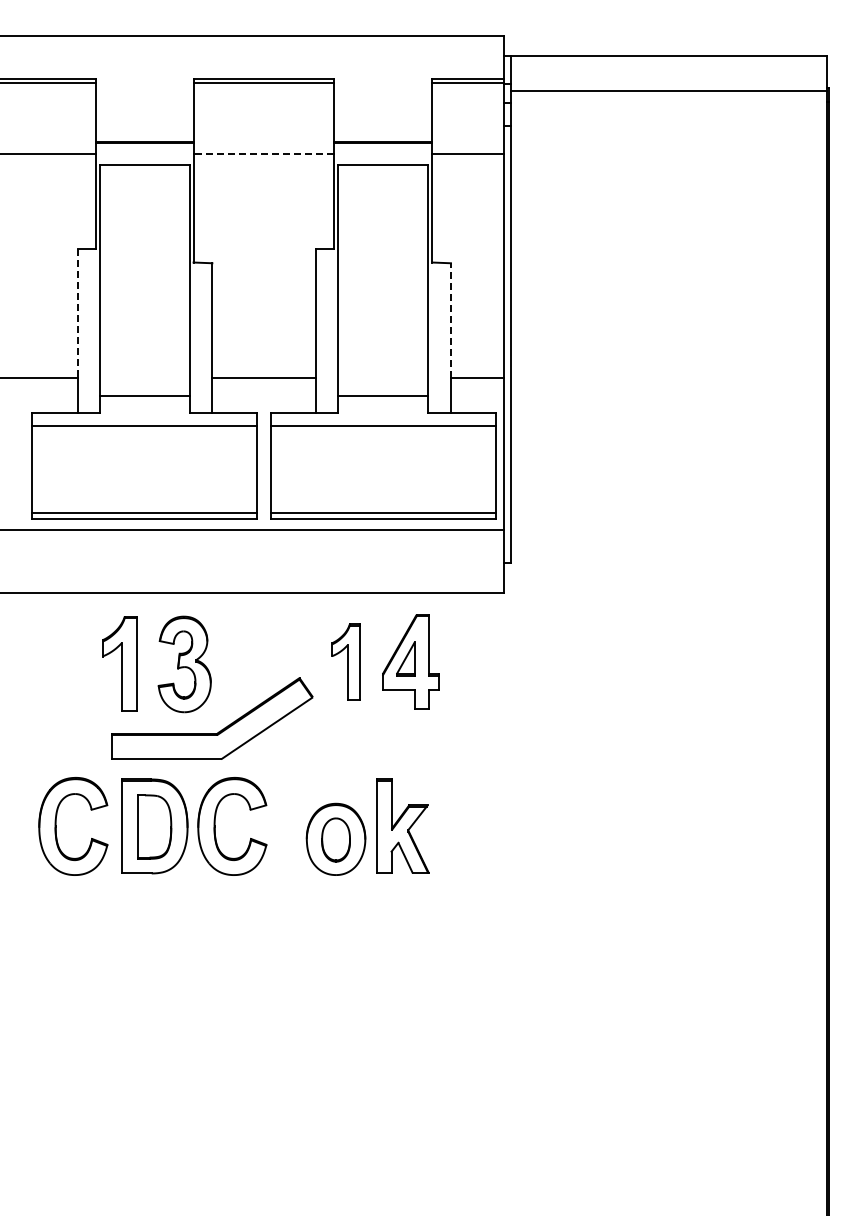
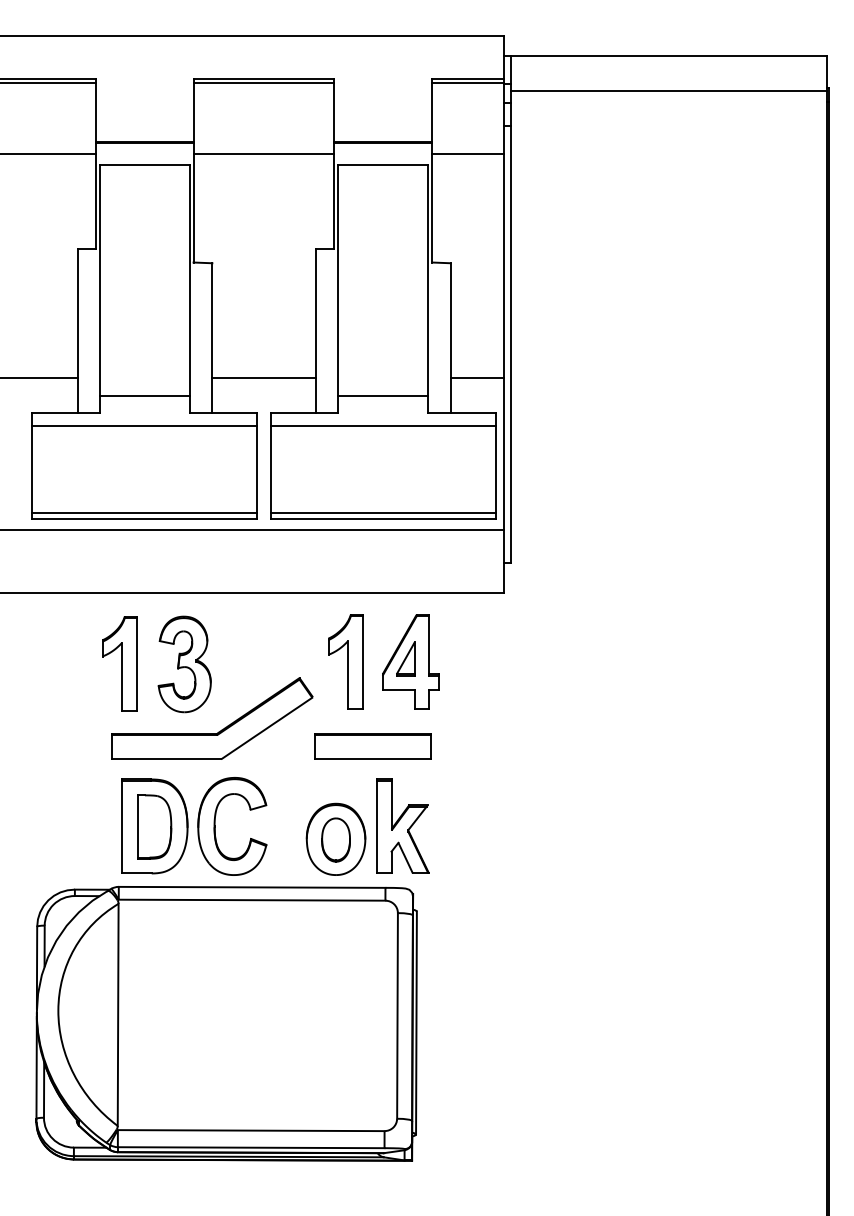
line at (263, 153): dashed -> solid
line at (77, 313): dashed -> solid
line at (450, 319): dashed -> solid
part at (345, 661) size: 30x78 px -> 36x96 px
part at (372, 746): none -> present
part at (56, 826): present -> none
part at (226, 1023): none -> present
